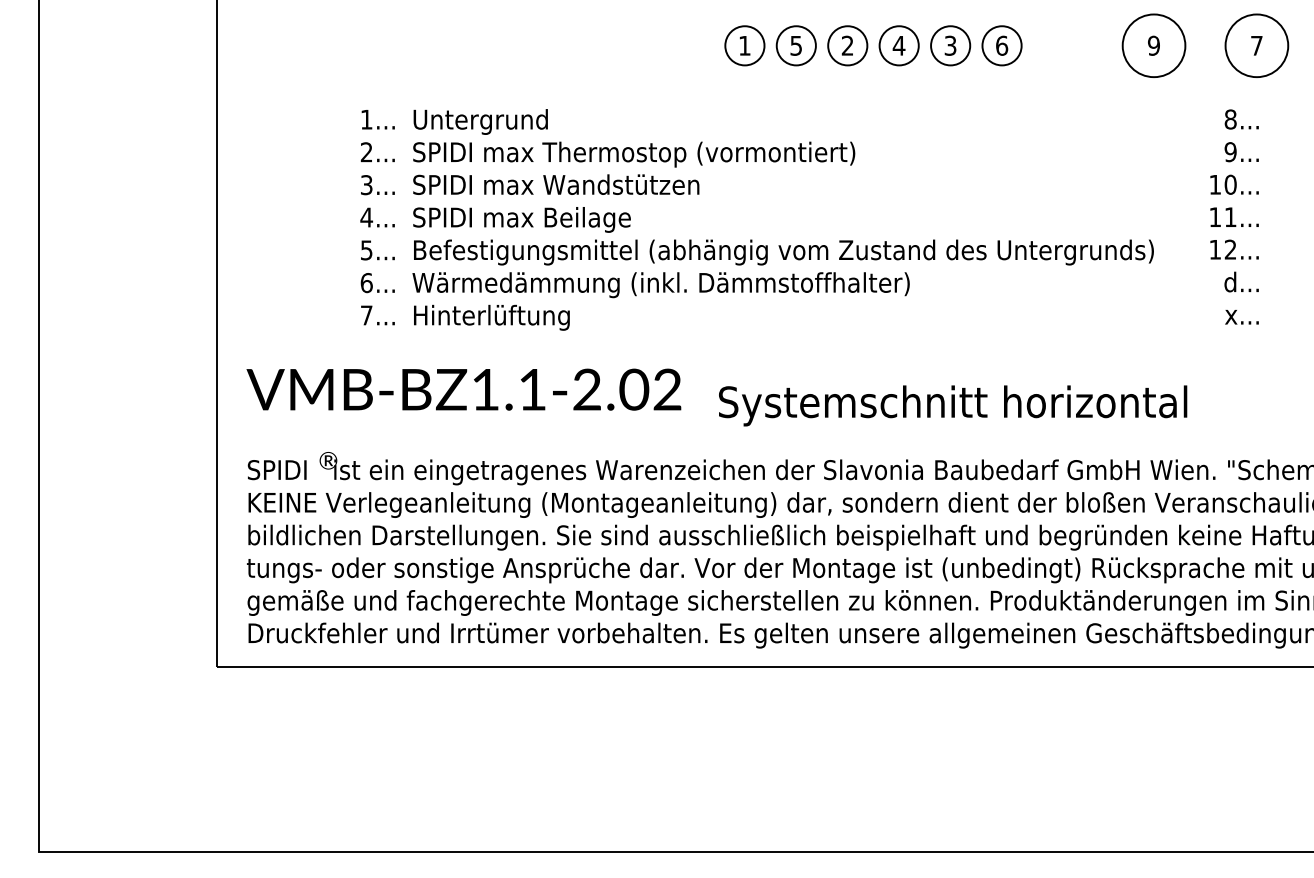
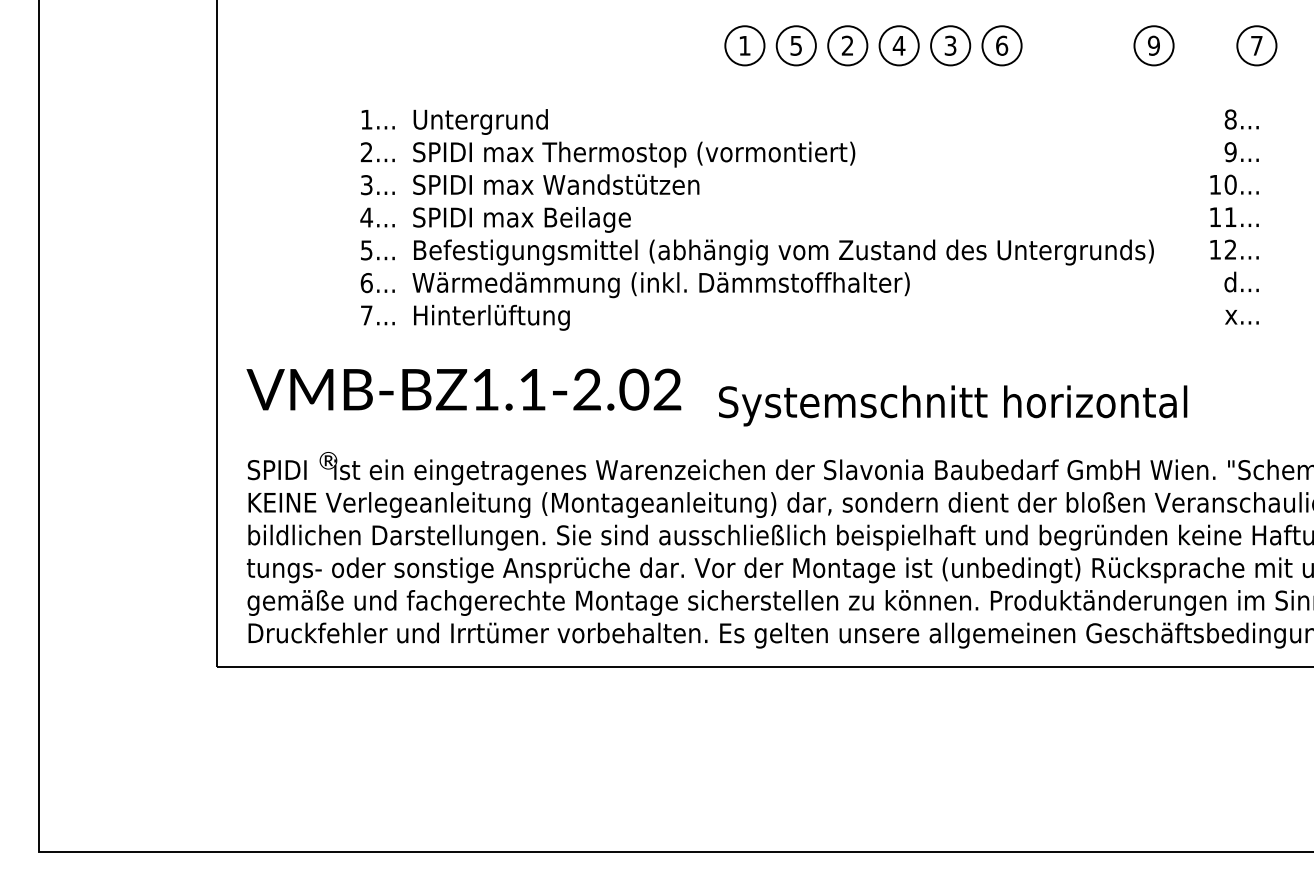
circle at (1153, 45) diameter: 63 px -> 39 px
circle at (1256, 45) diameter: 63 px -> 39 px
